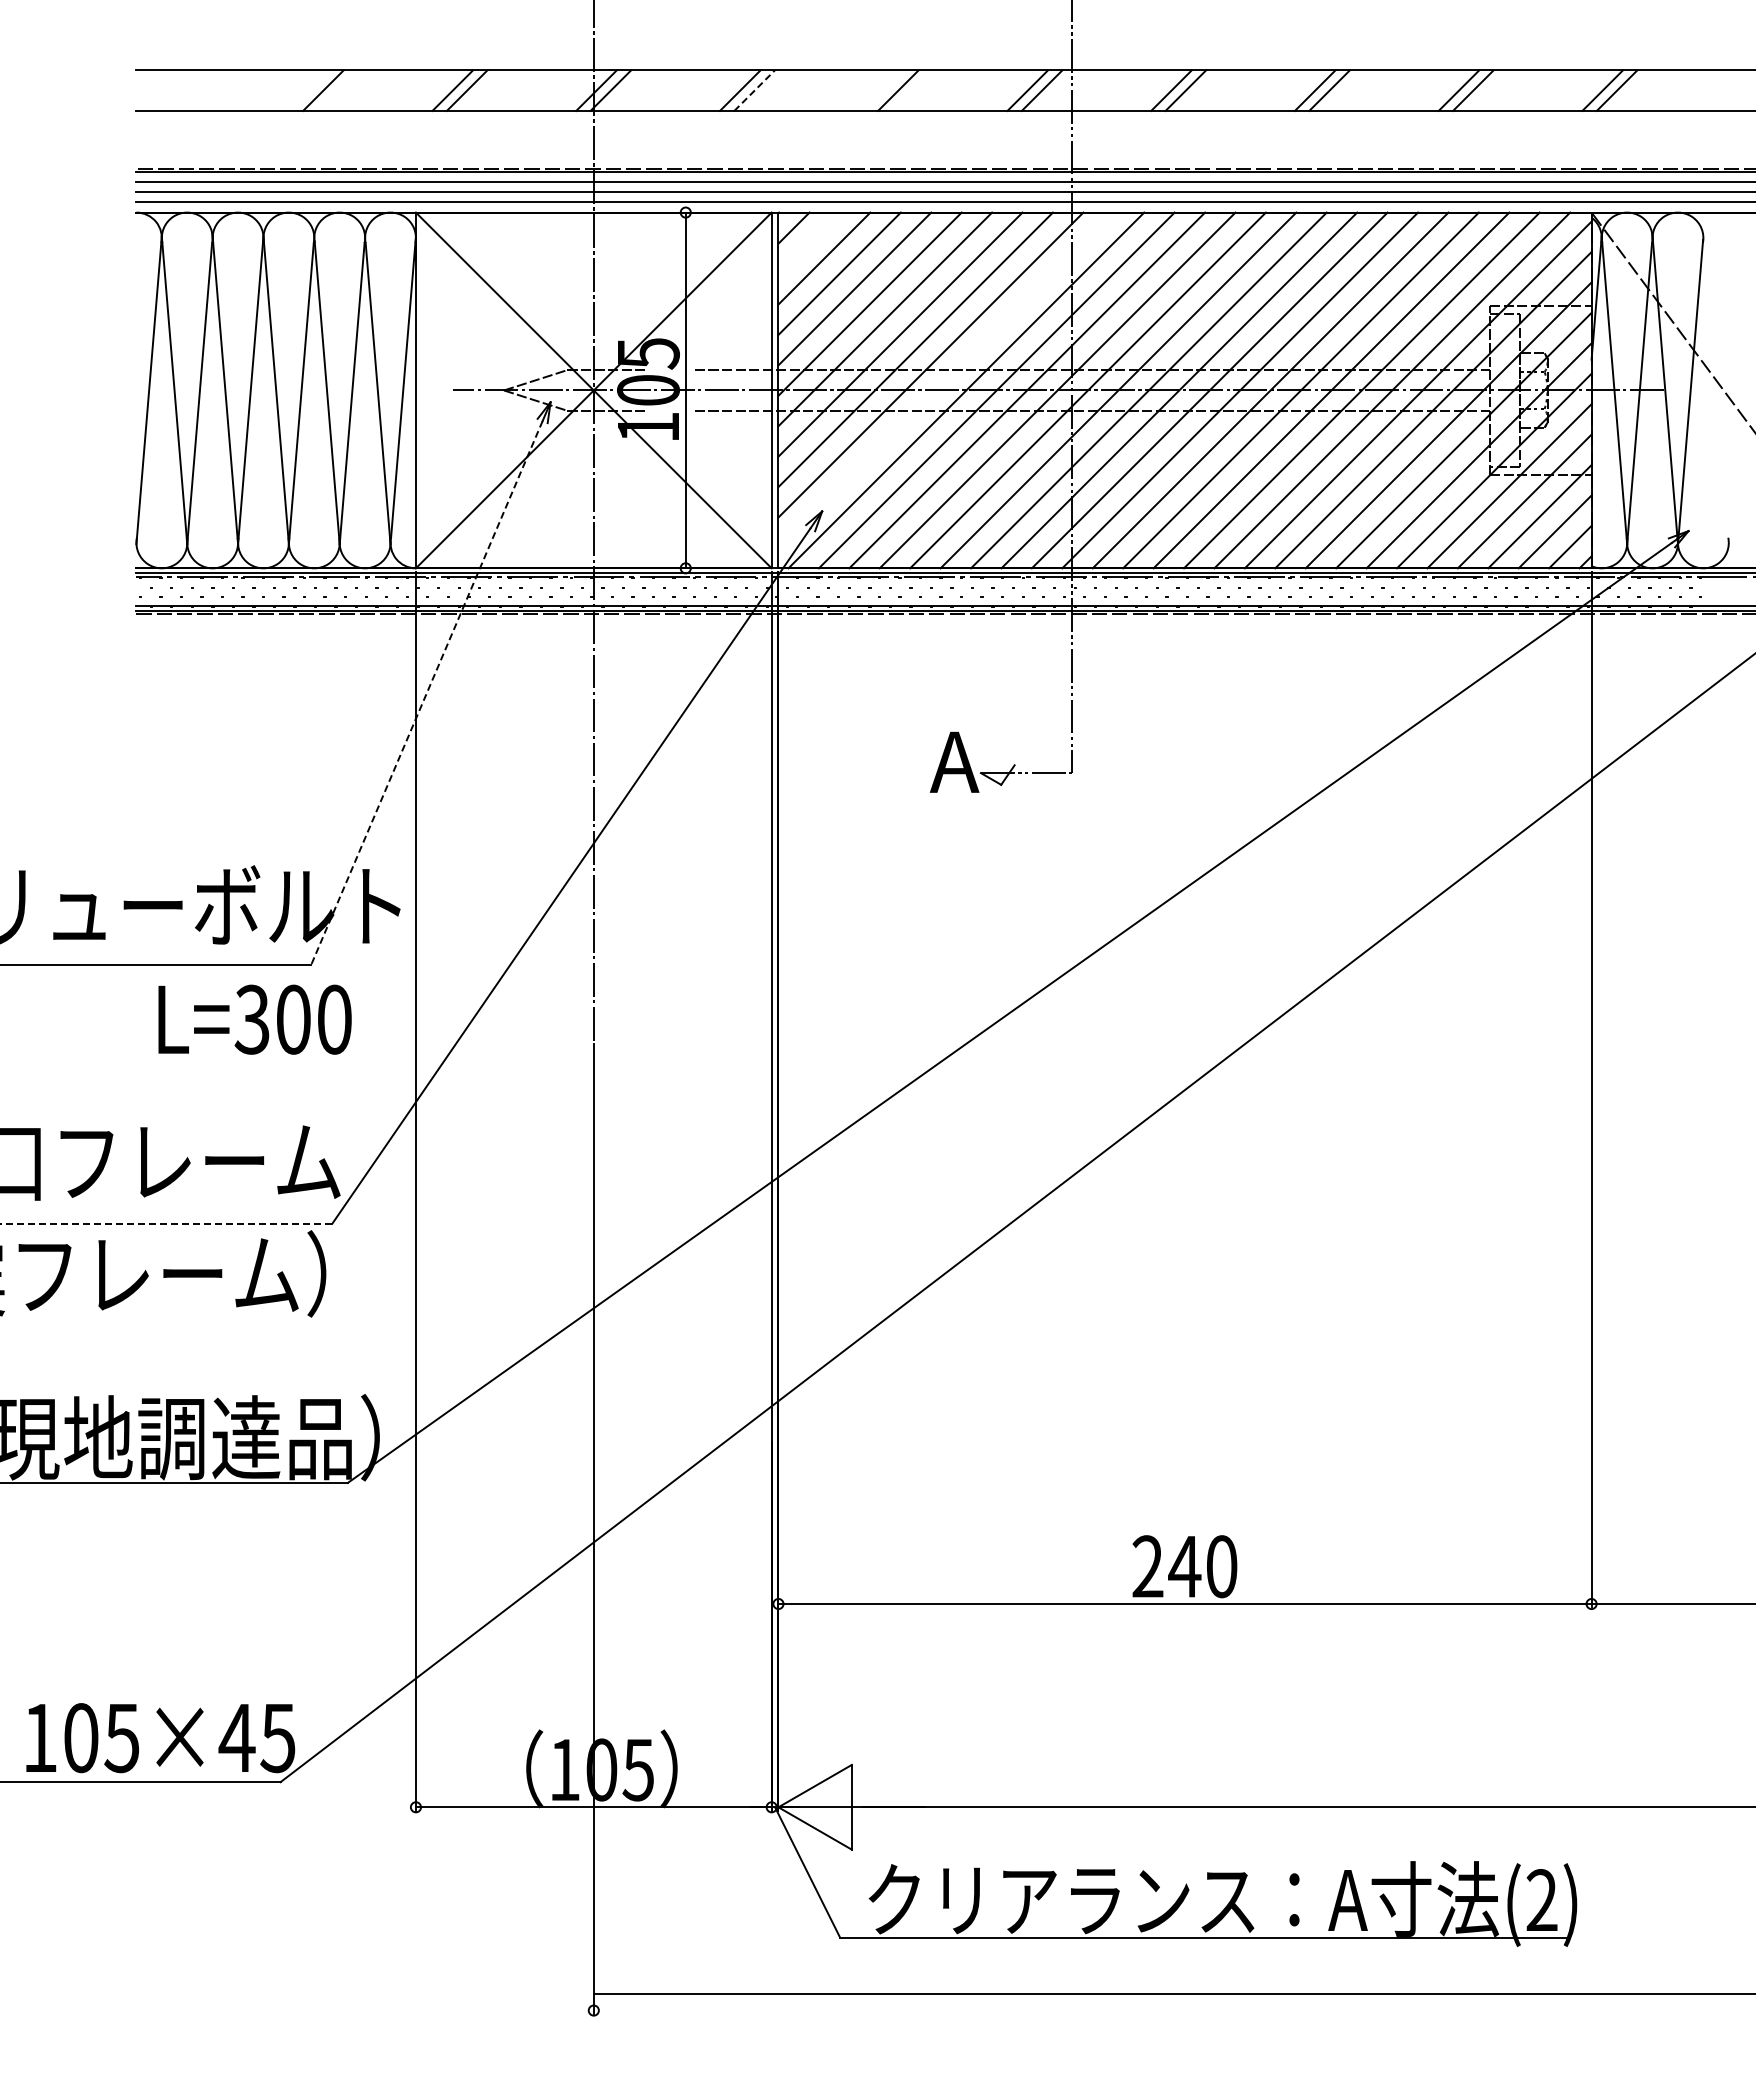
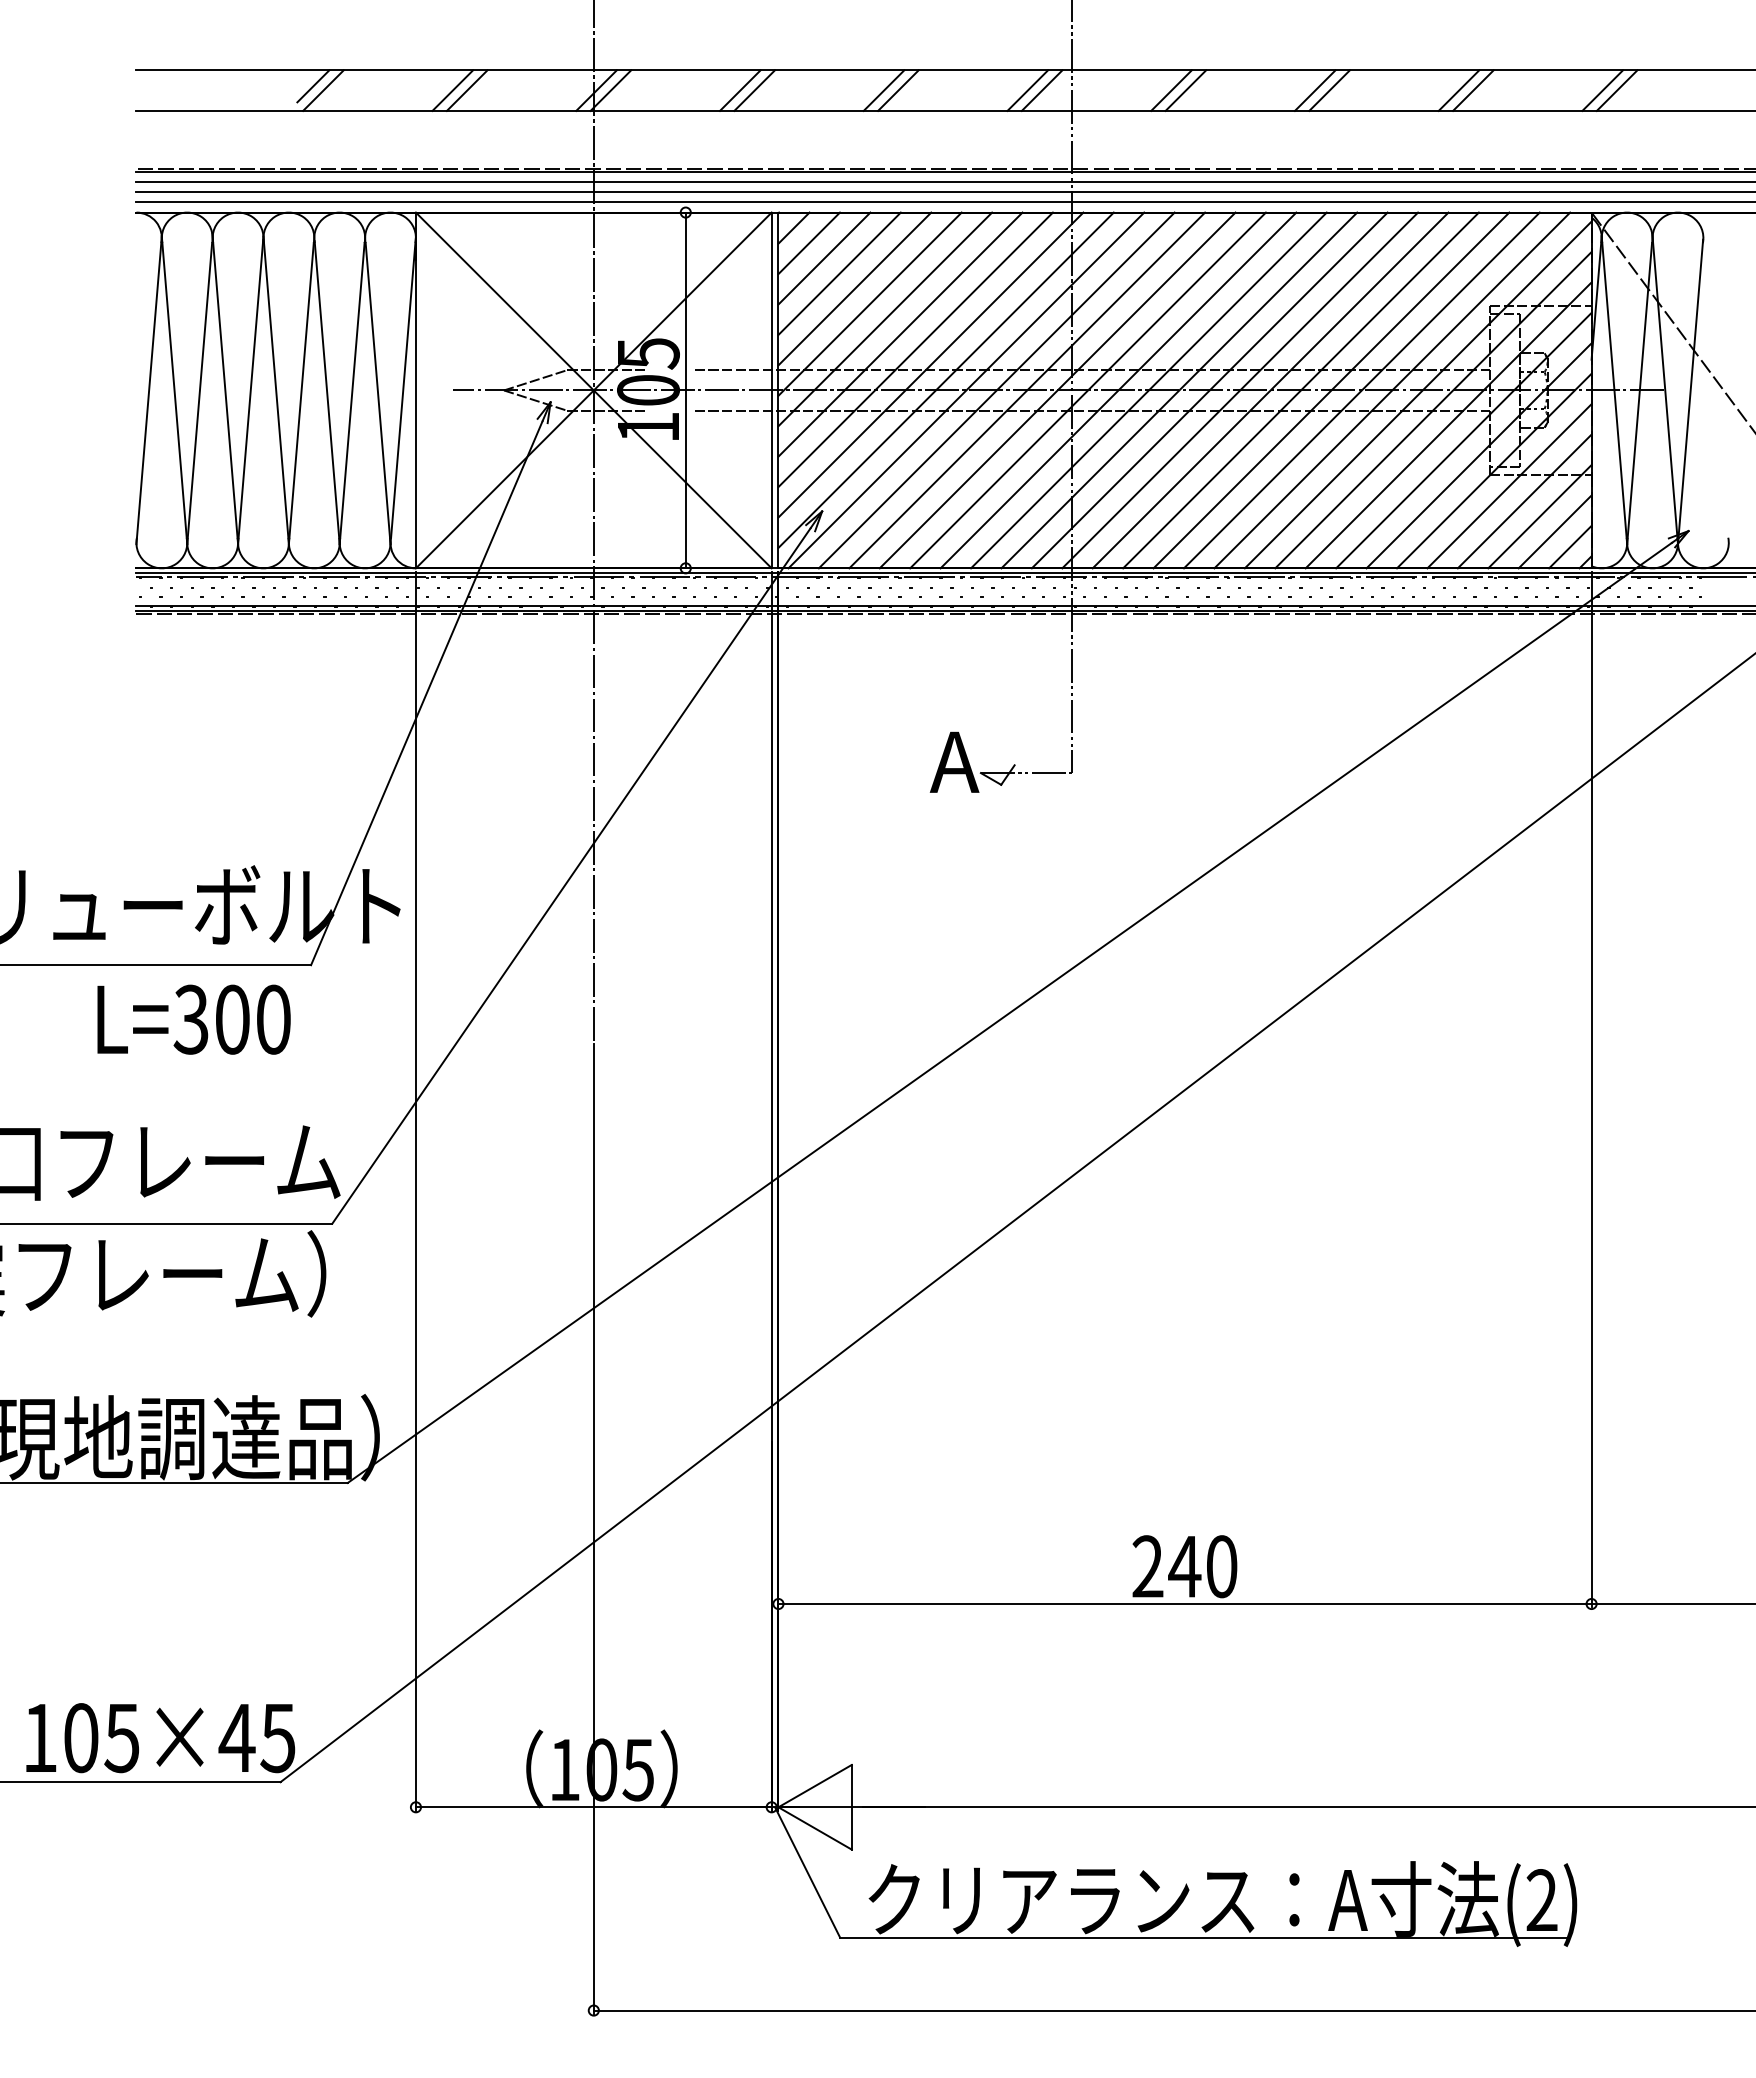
line at (313, 86): none -> present
line at (754, 90): dashed -> solid
line at (883, 90): none -> present
line at (808, 243): none -> present
line at (945, 379): none -> present
line at (426, 693): dashed -> solid
text at (254, 1019) position: (254, 1019) -> (193, 1019)
line at (166, 1223): dashed -> solid
line at (1172, 1993) position: (1172, 1993) -> (1172, 2010)
